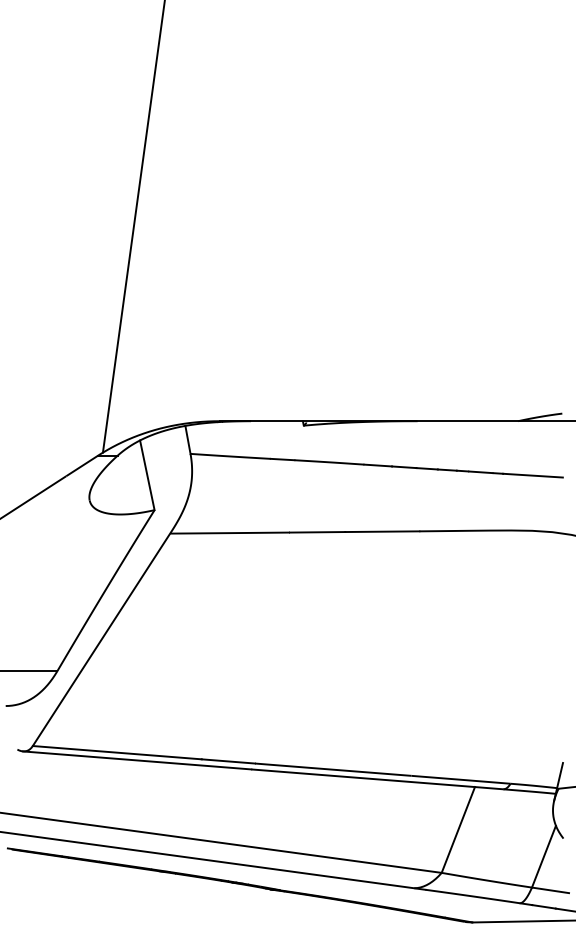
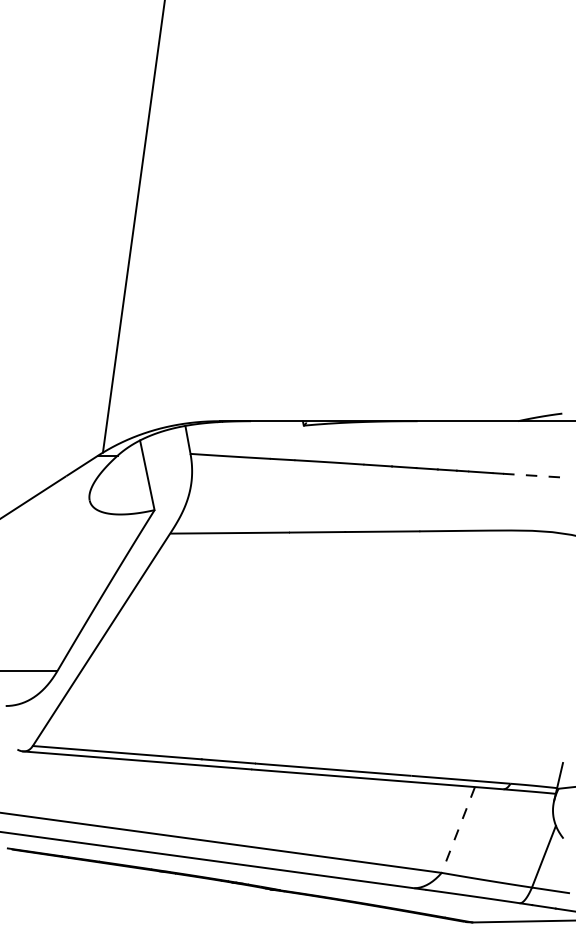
line at (533, 475): solid -> dashed
line at (458, 830): solid -> dashed
